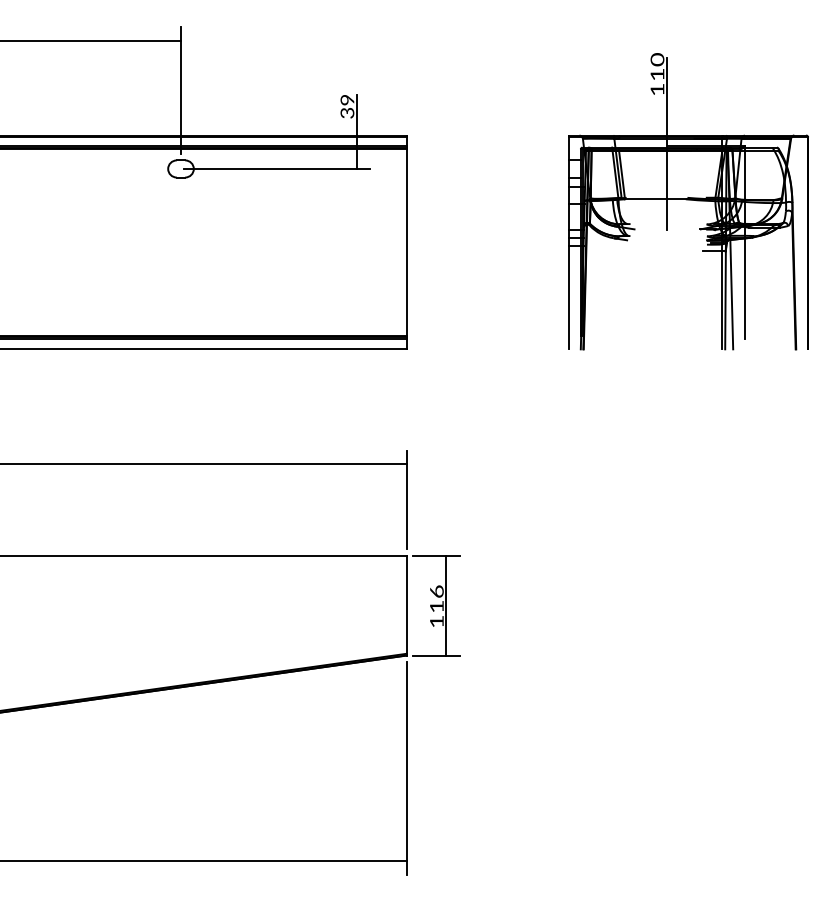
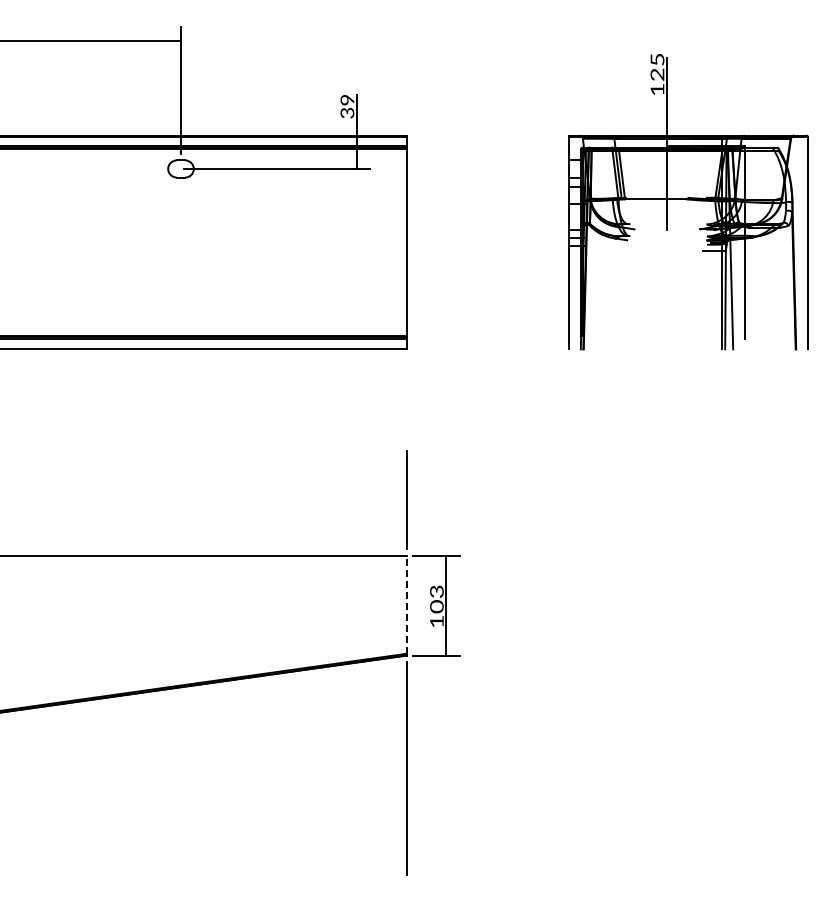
text at (657, 66): 110 -> 125
line at (204, 464): present -> none
text at (436, 599): 116 -> 103
line at (406, 604): solid -> dashed
line at (204, 861): present -> none
